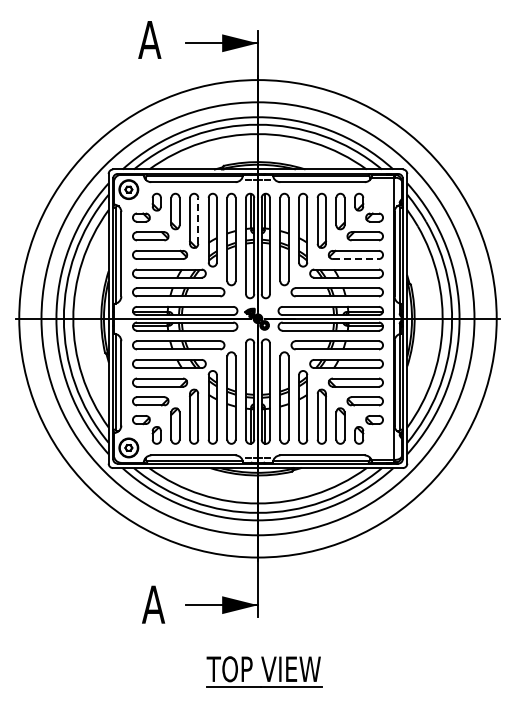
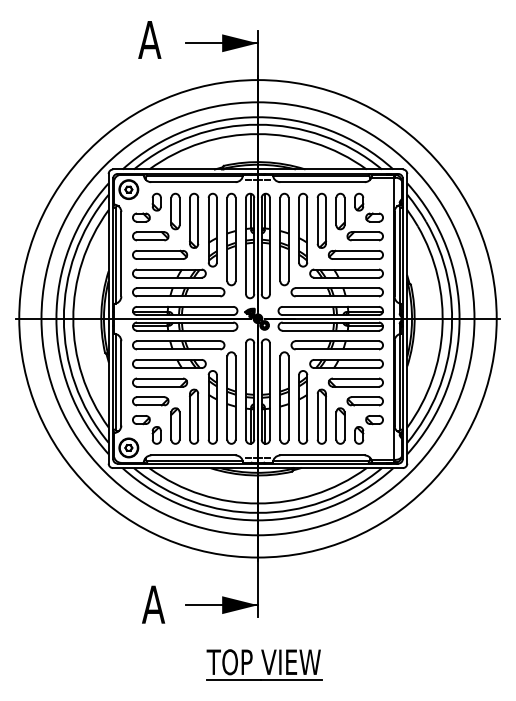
line at (198, 220): dashed -> solid
line at (356, 259): dashed -> solid
part at (264, 671) position: (264, 671) -> (264, 664)
